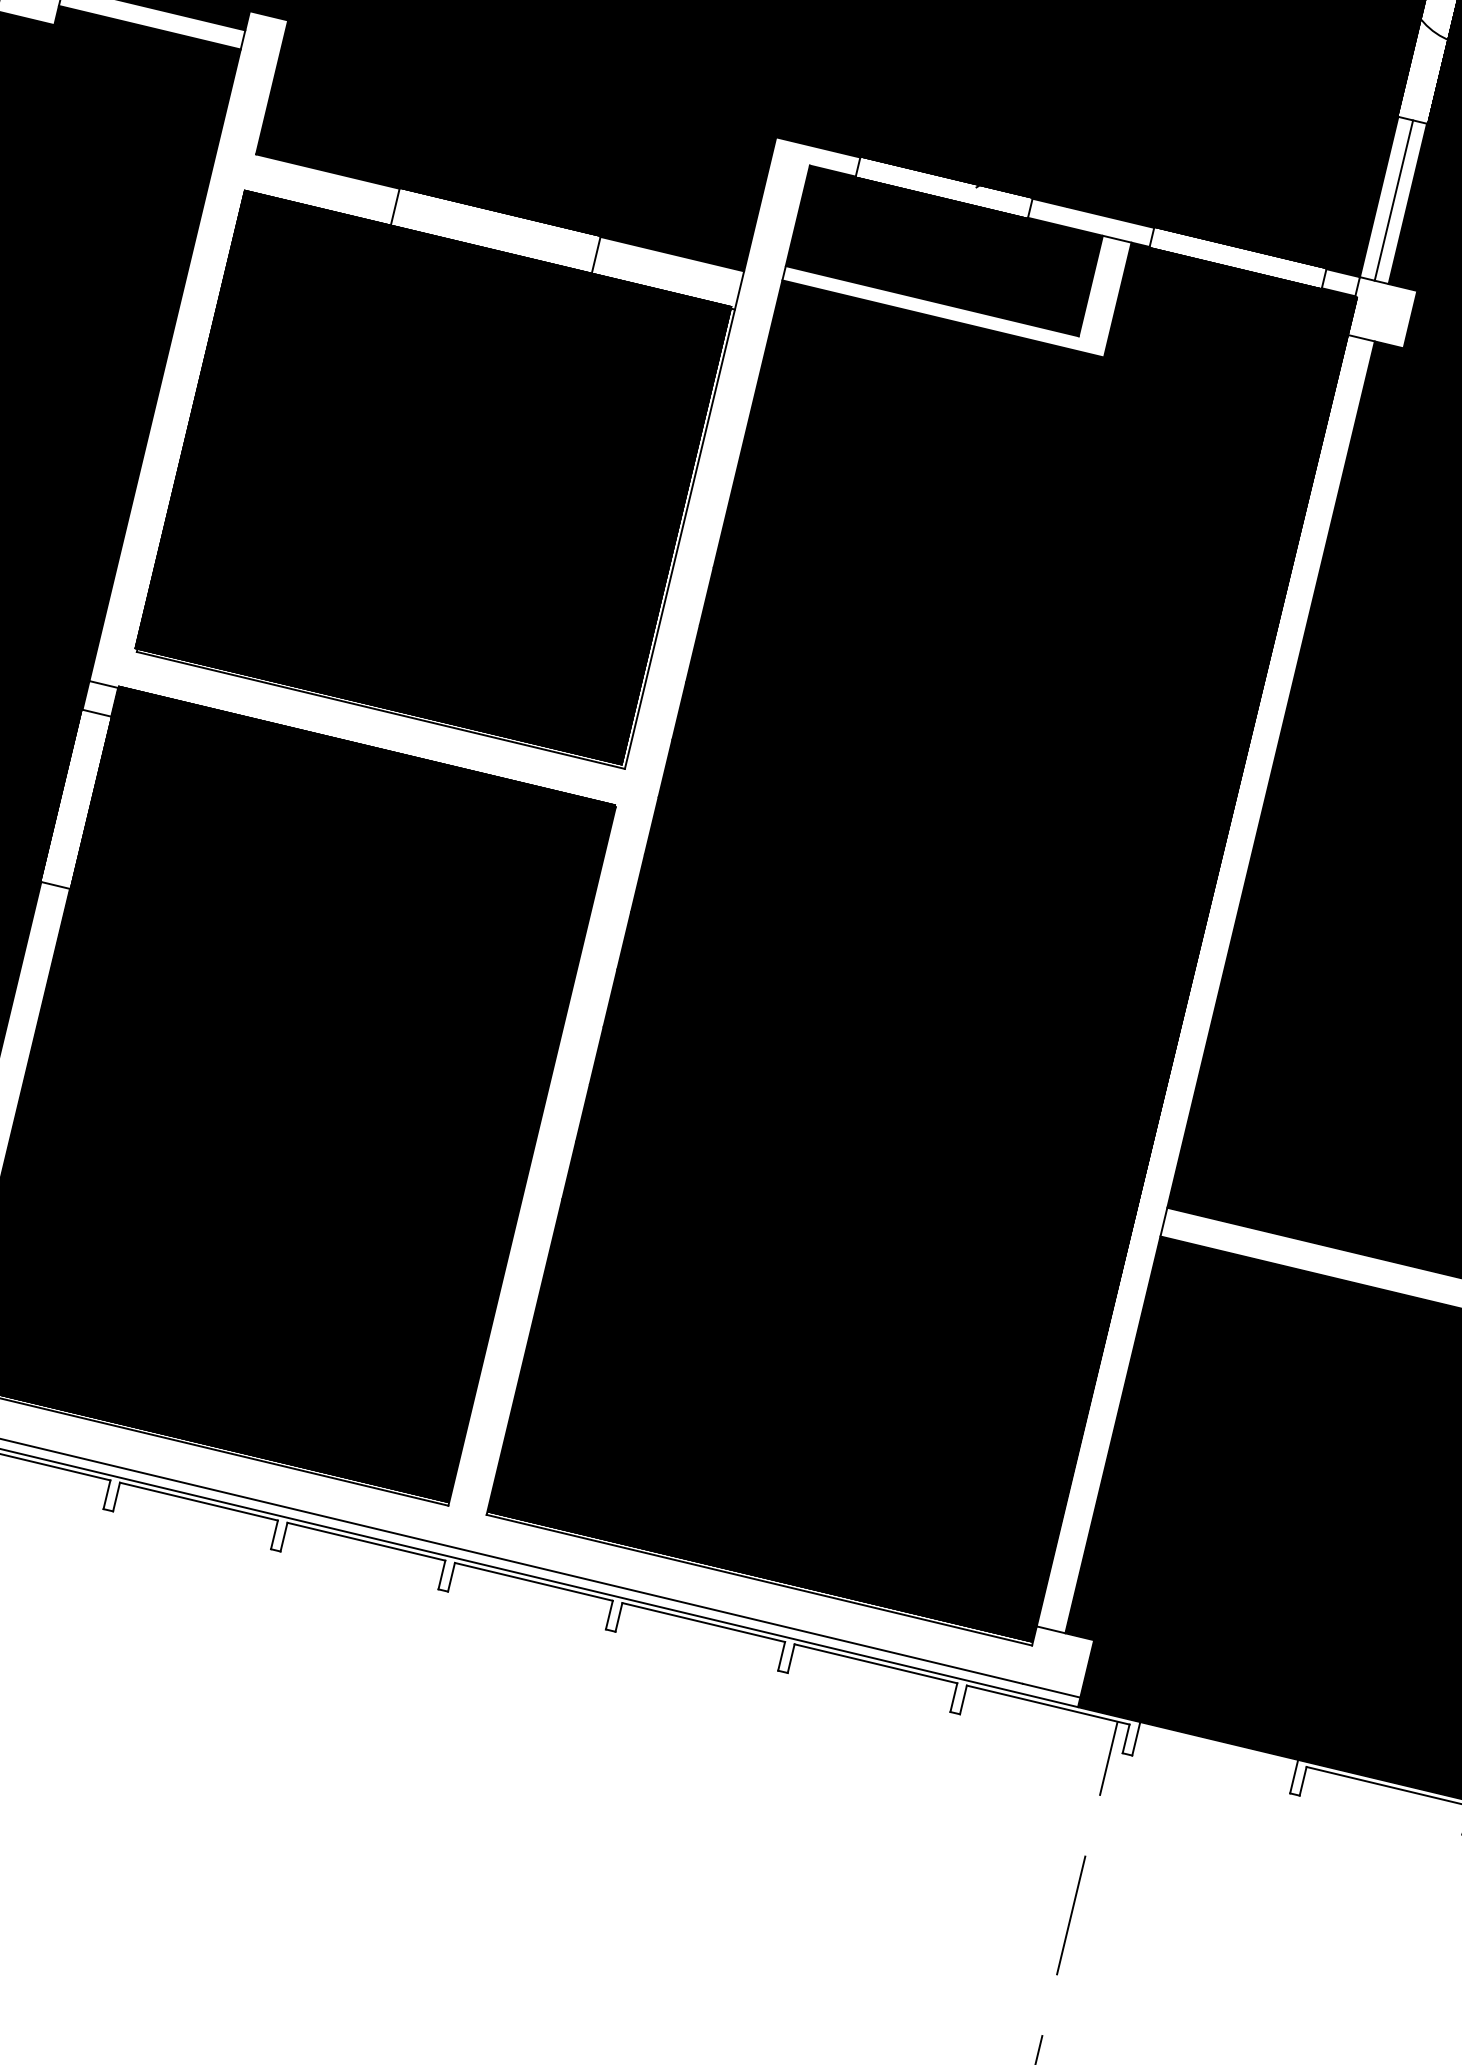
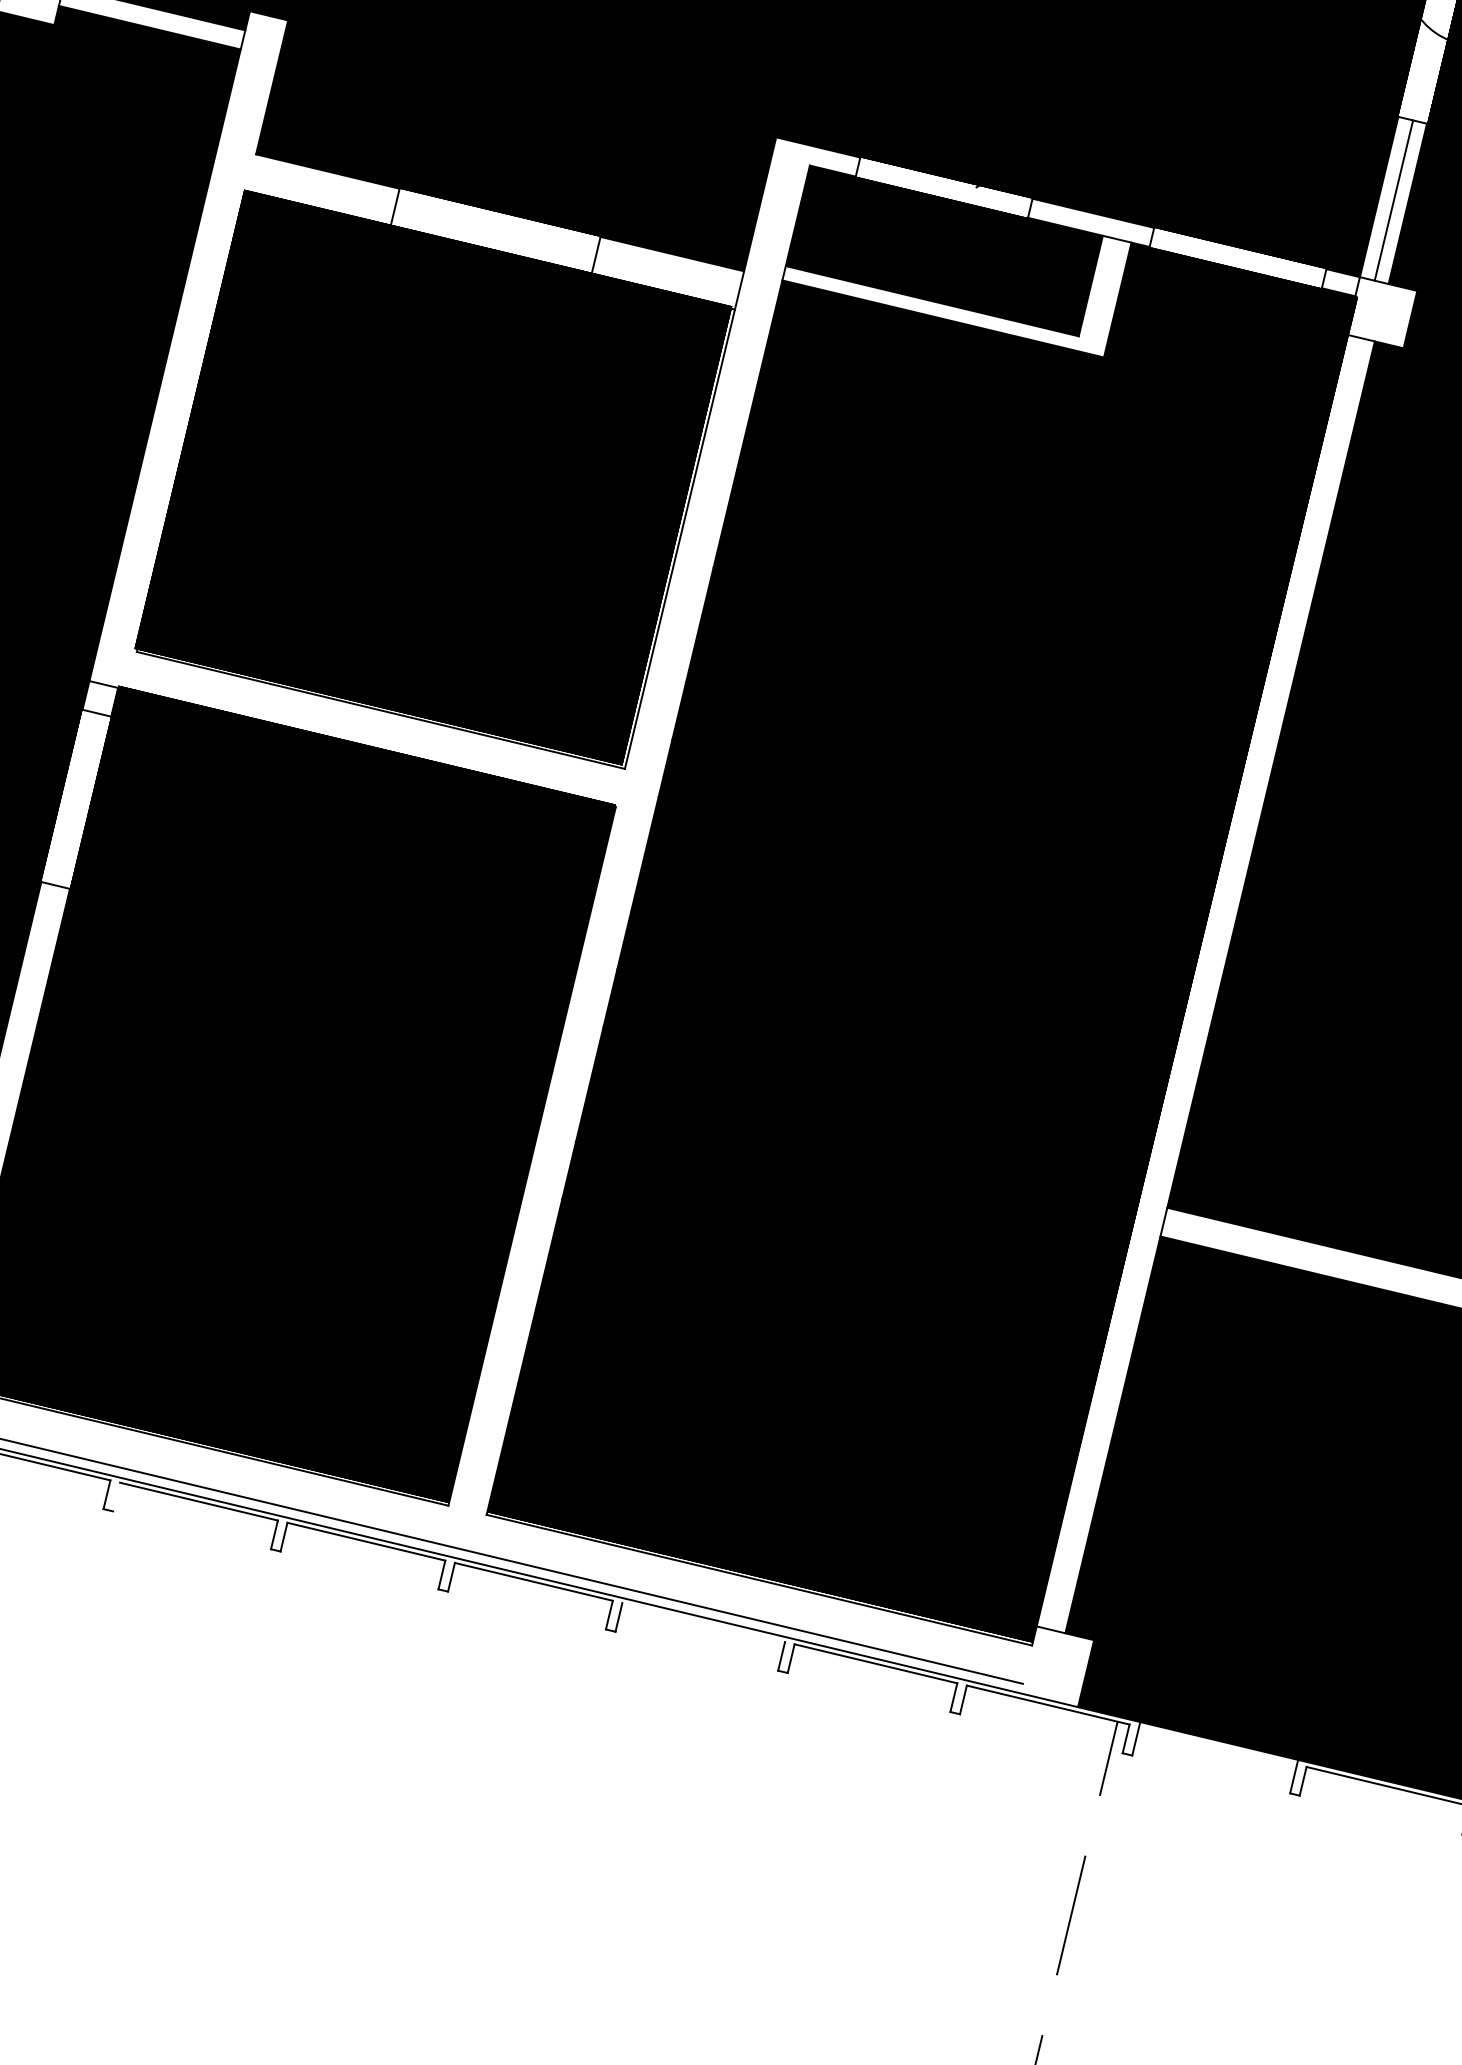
line at (116, 1496): present -> none
line at (703, 1622): present -> none
line at (1051, 1690): present -> none
